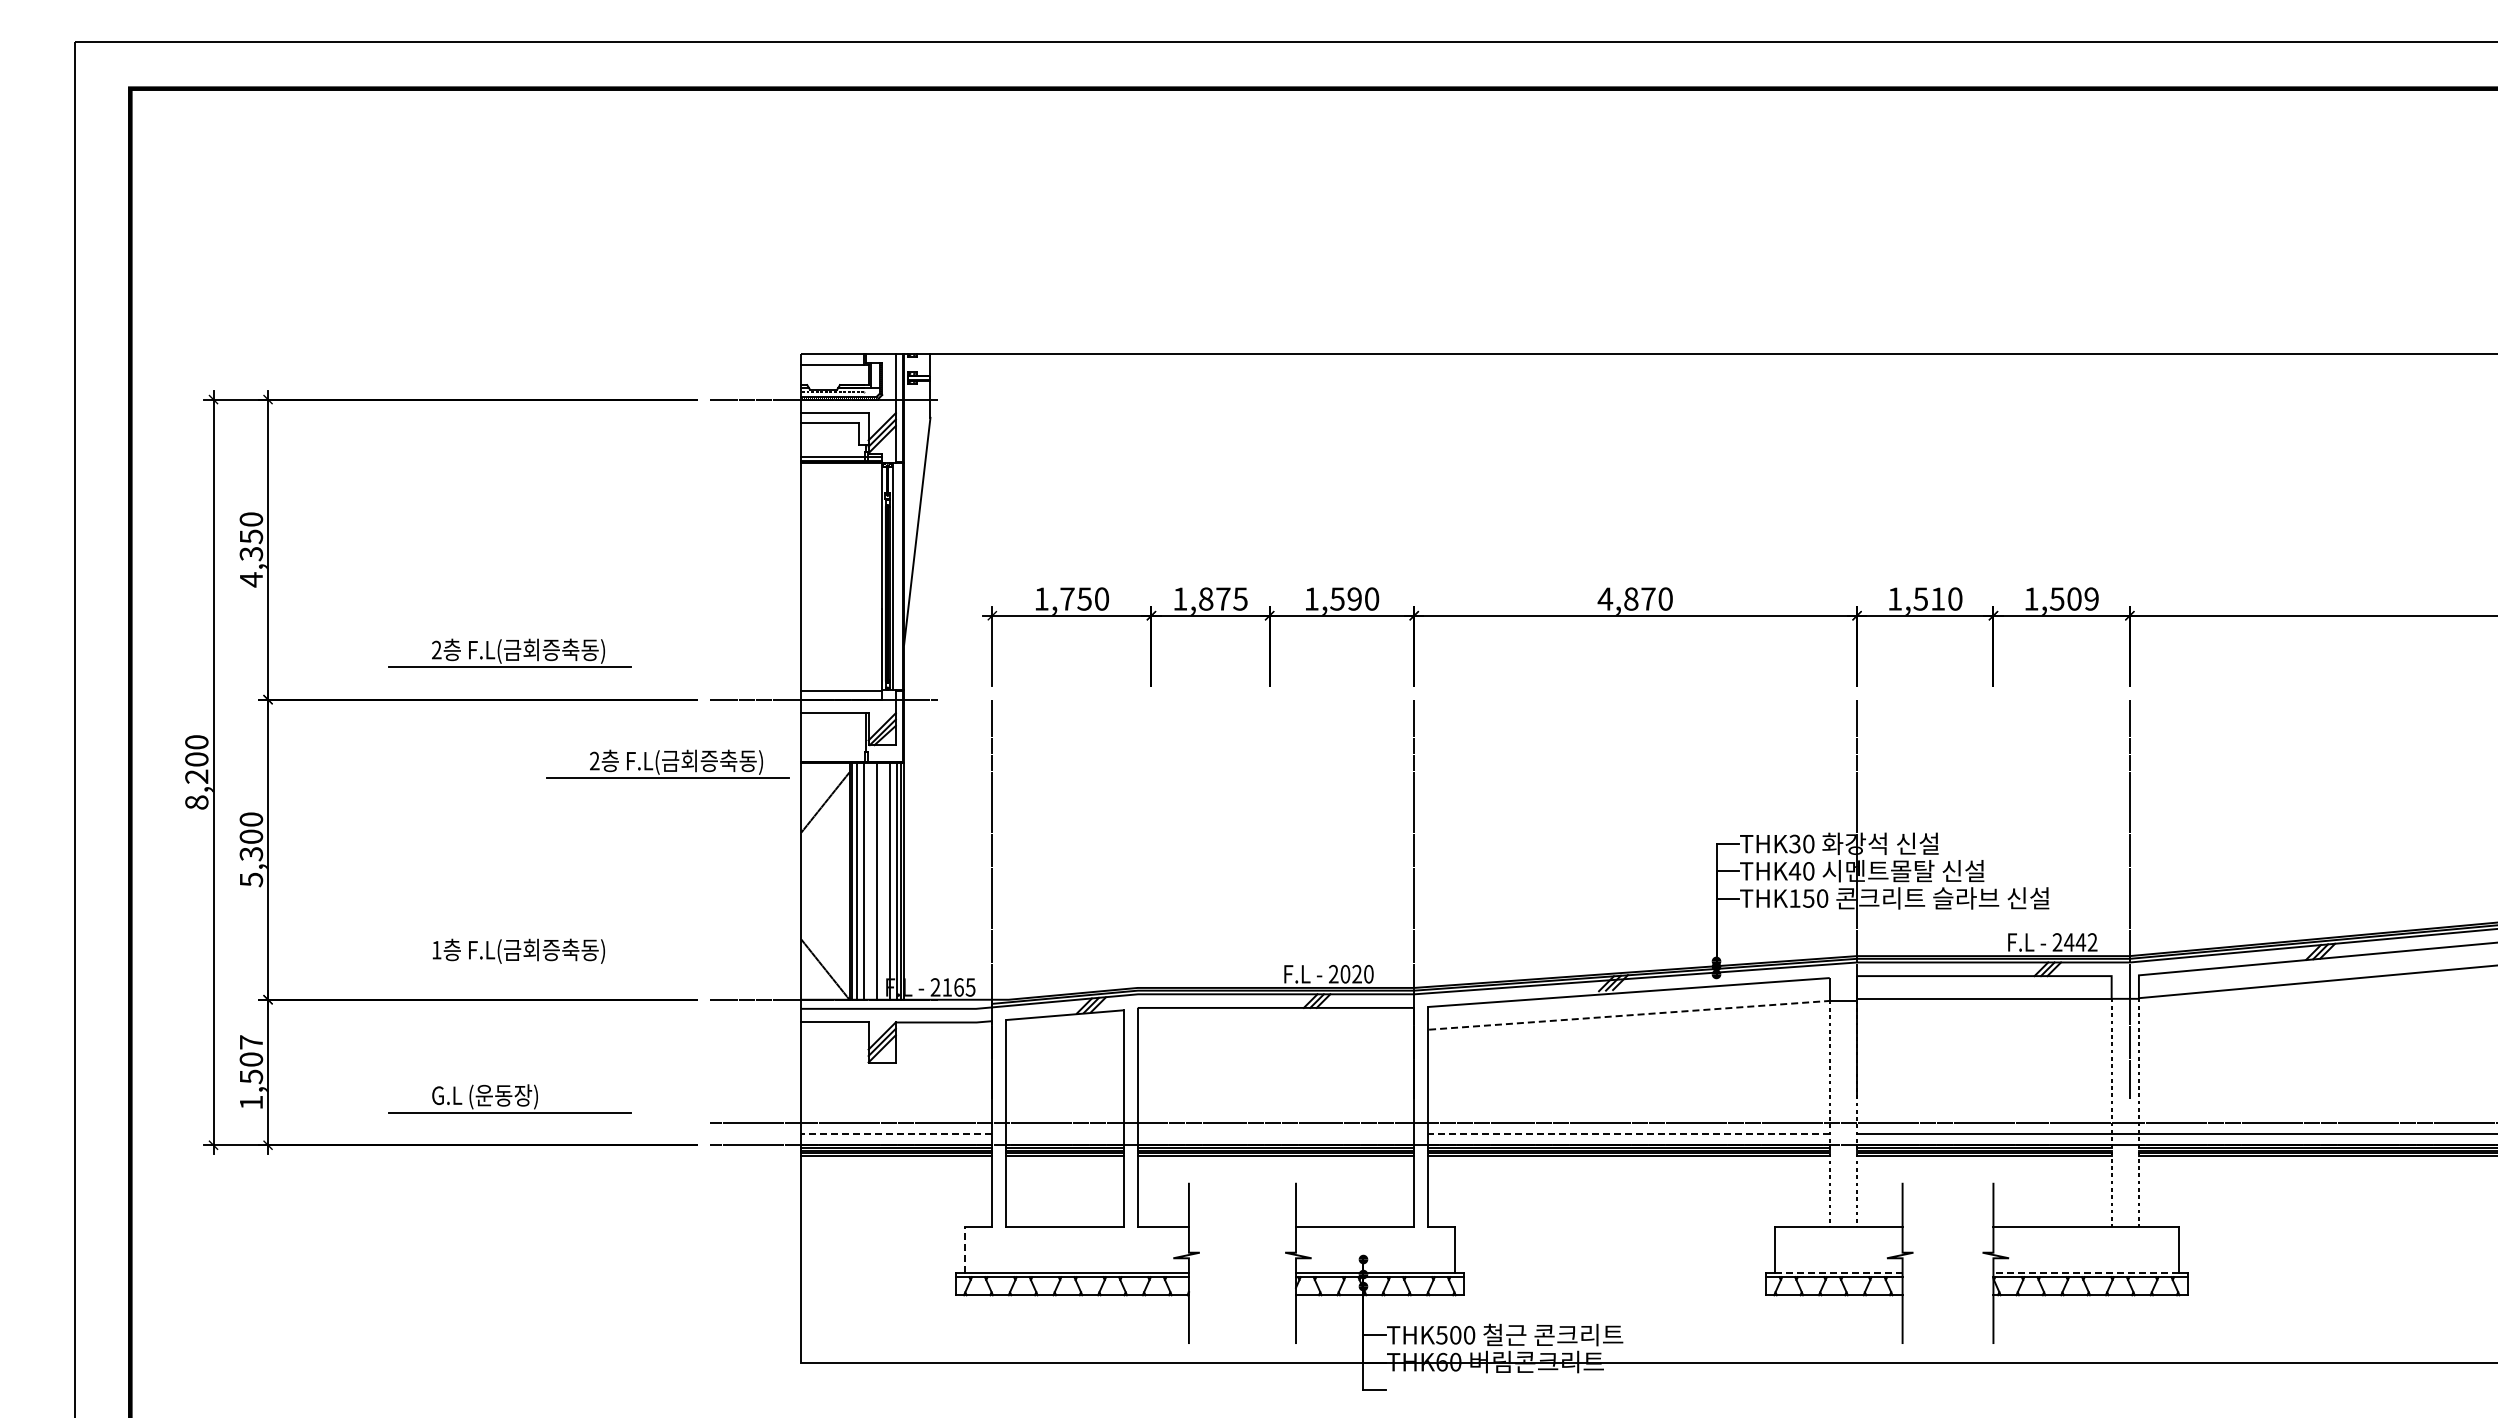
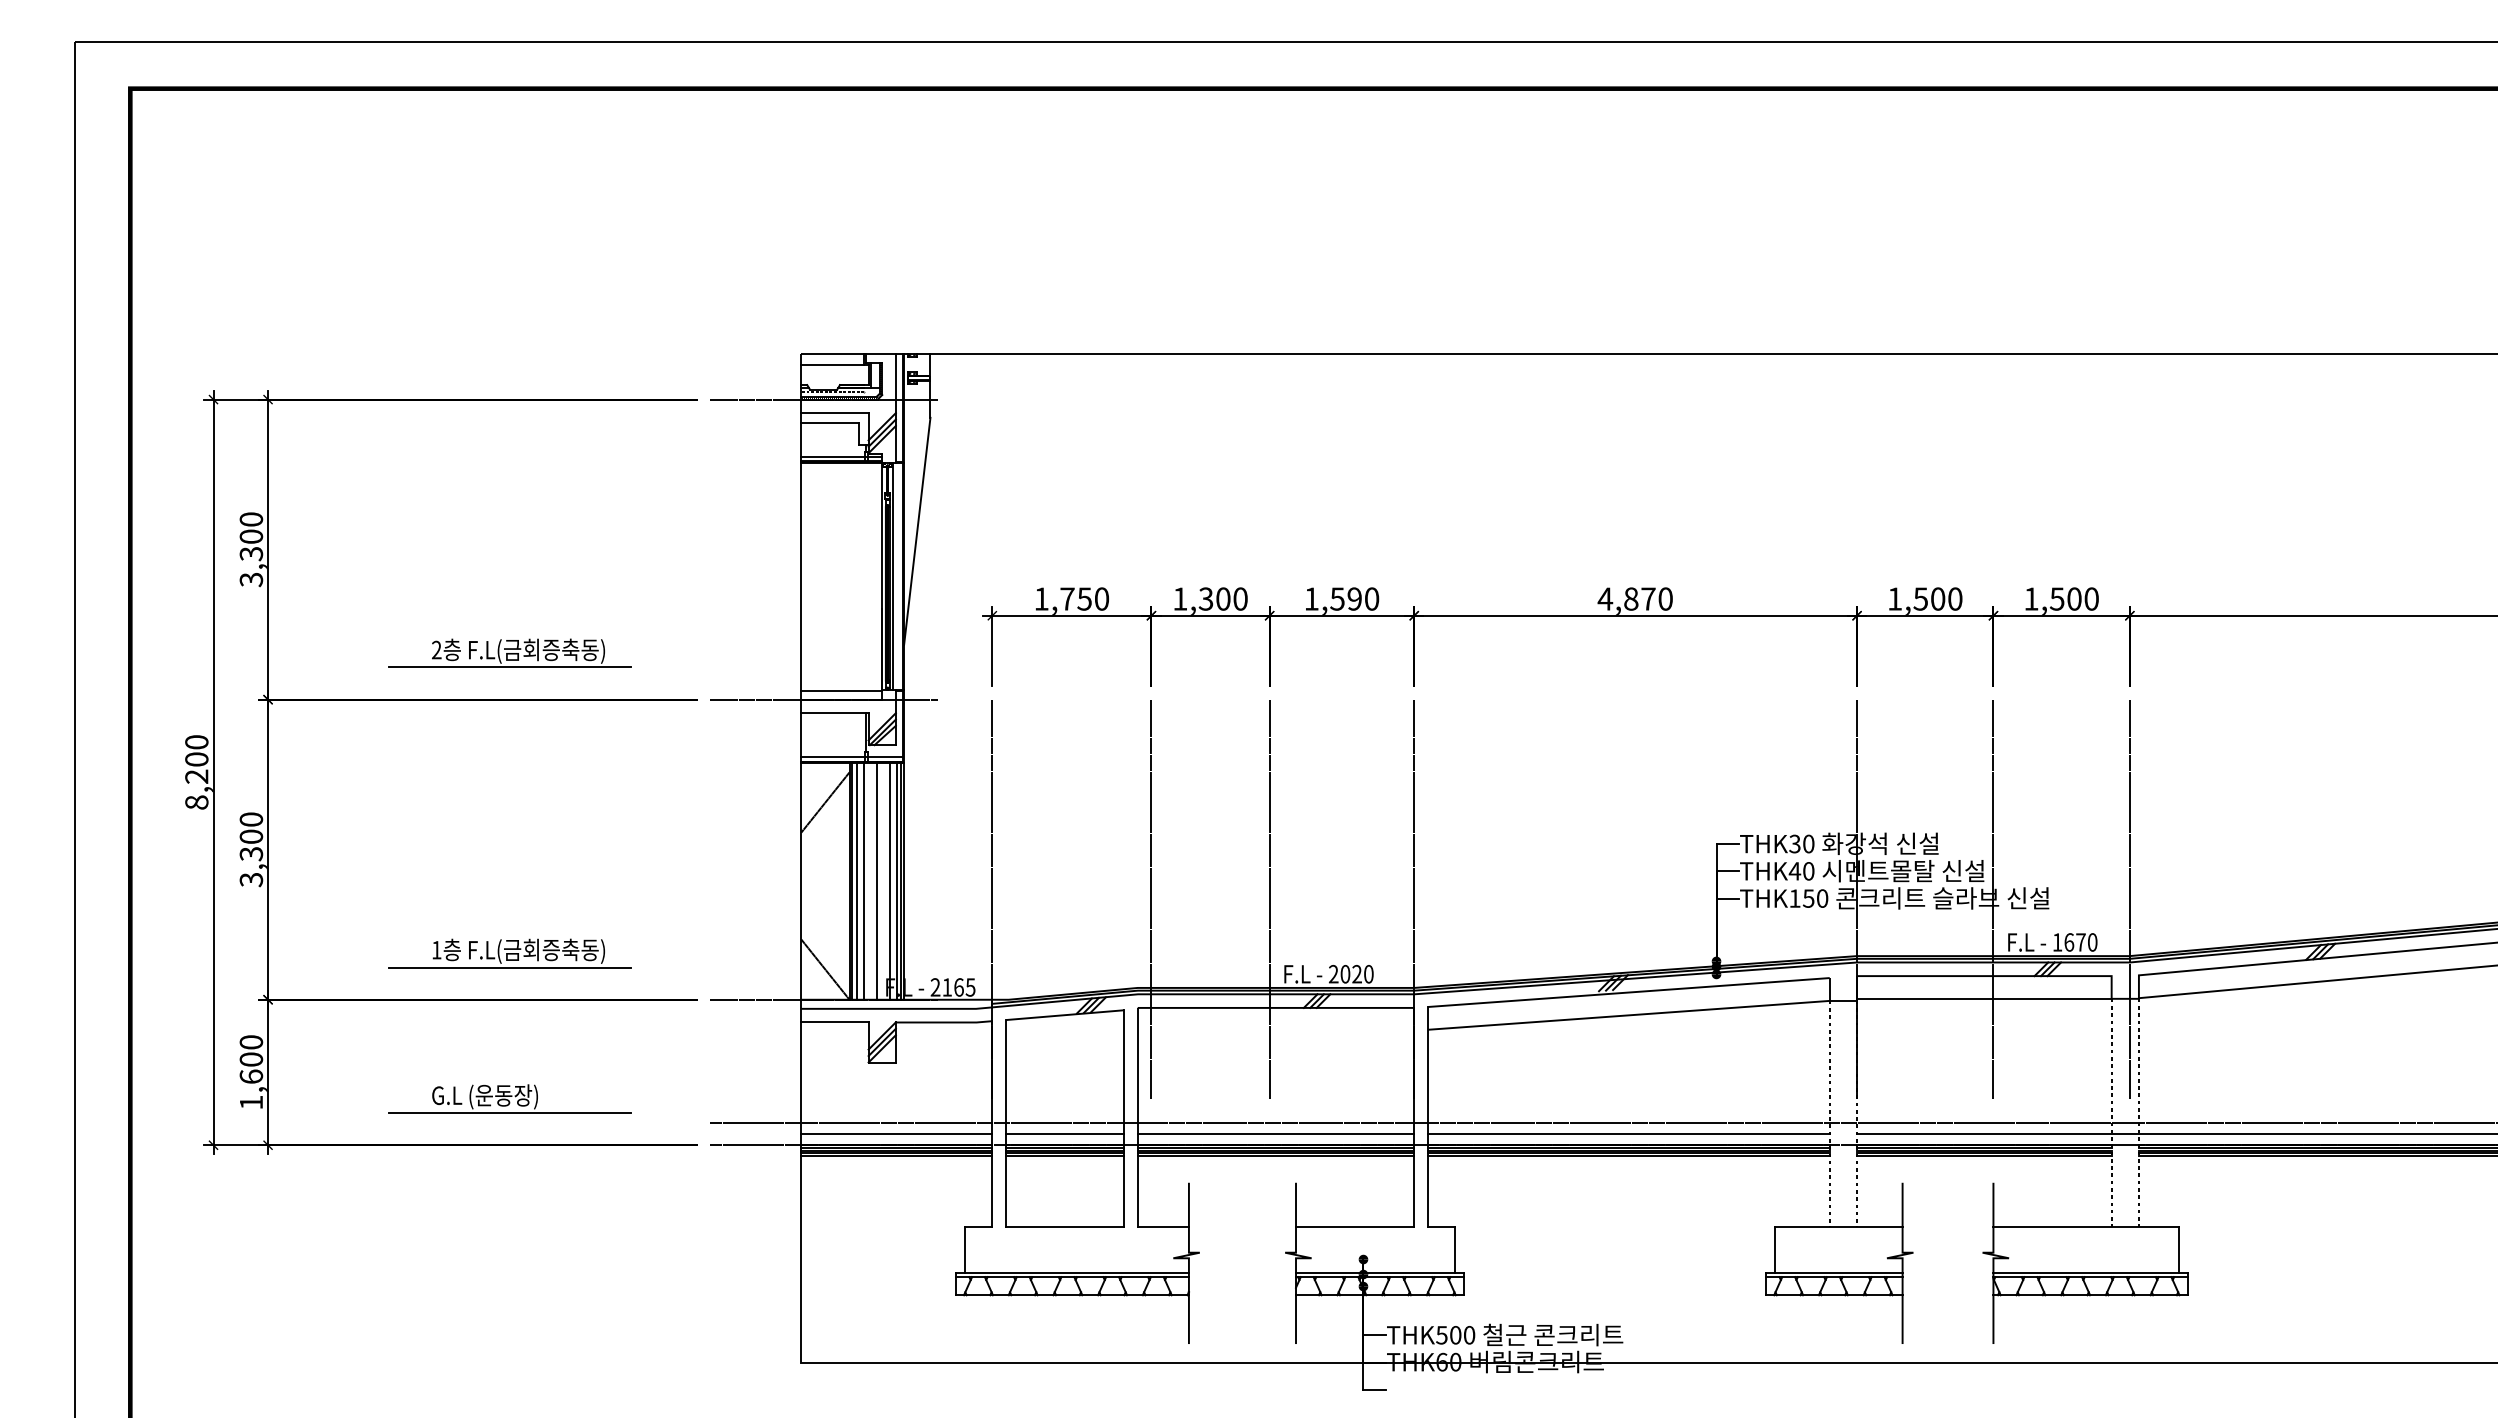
text at (251, 558): 4,350 -> 3,300
text at (1222, 598): 1,875 -> 1,300
text at (1938, 598): 1,510 -> 1,500
text at (2091, 598): 1,509 -> 1,500
line at (852, 756): none -> present
part at (667, 763): present -> none
text at (250, 879): 5,300 -> 3,300
line at (1151, 898): none -> present
line at (1269, 898): none -> present
line at (1993, 898): none -> present
text at (2074, 942): 2442 -> 1670
line at (509, 967): none -> present
line at (1628, 1015): dashed -> solid
text at (251, 1059): 1,507 -> 1,600
line at (896, 1134): dashed -> solid
line at (1064, 1134): none -> present
line at (1275, 1134): none -> present
line at (1628, 1134): dashed -> solid
line at (965, 1249): dashed -> solid
line at (1838, 1272): dashed -> solid
line at (2086, 1272): dashed -> solid
